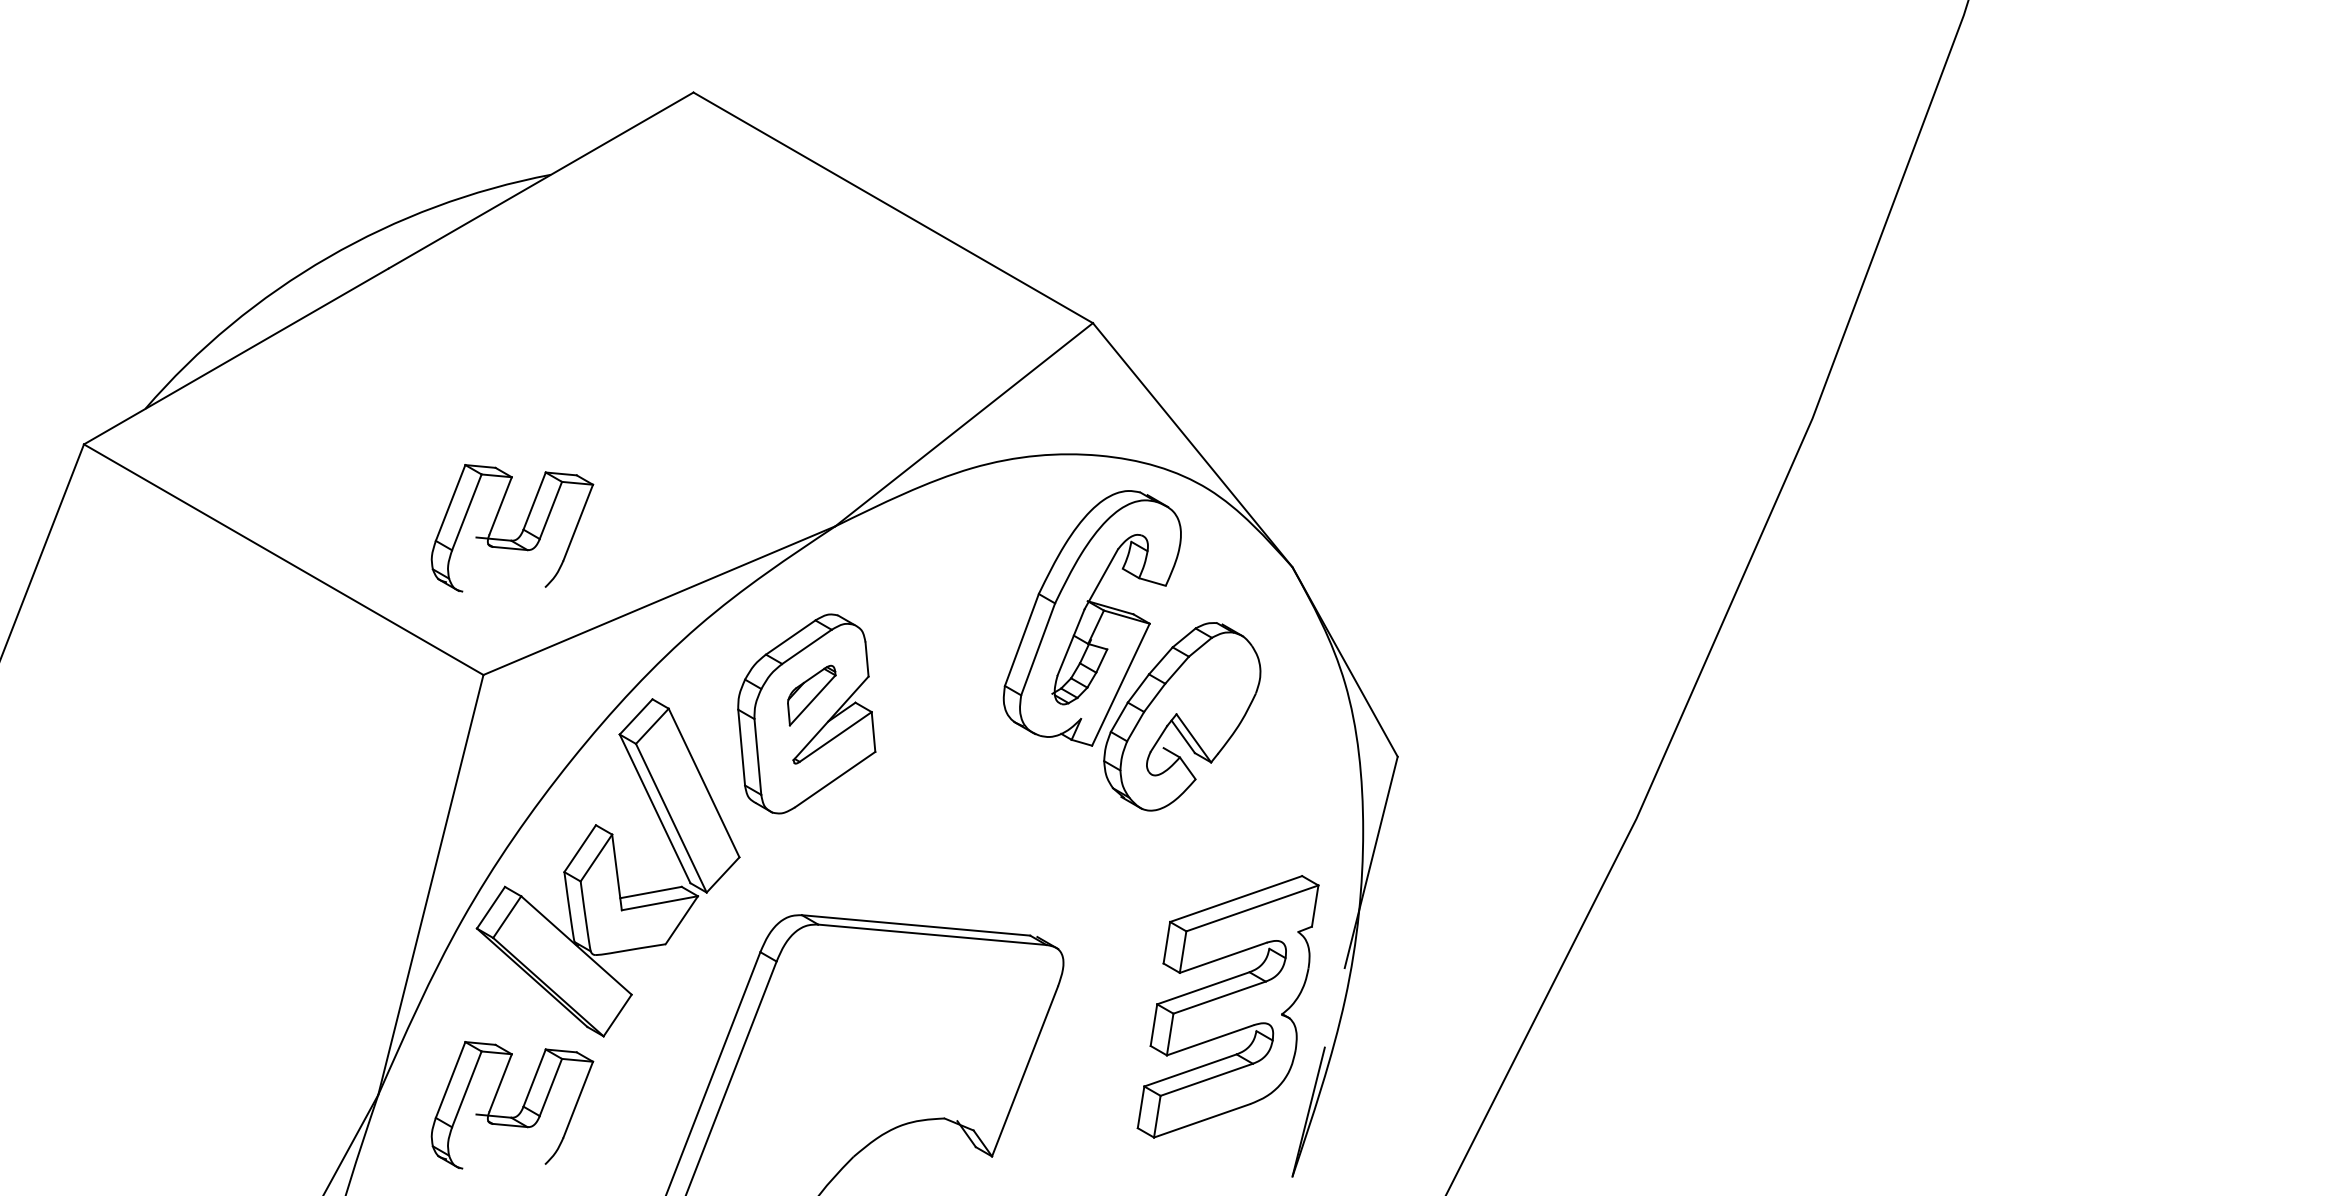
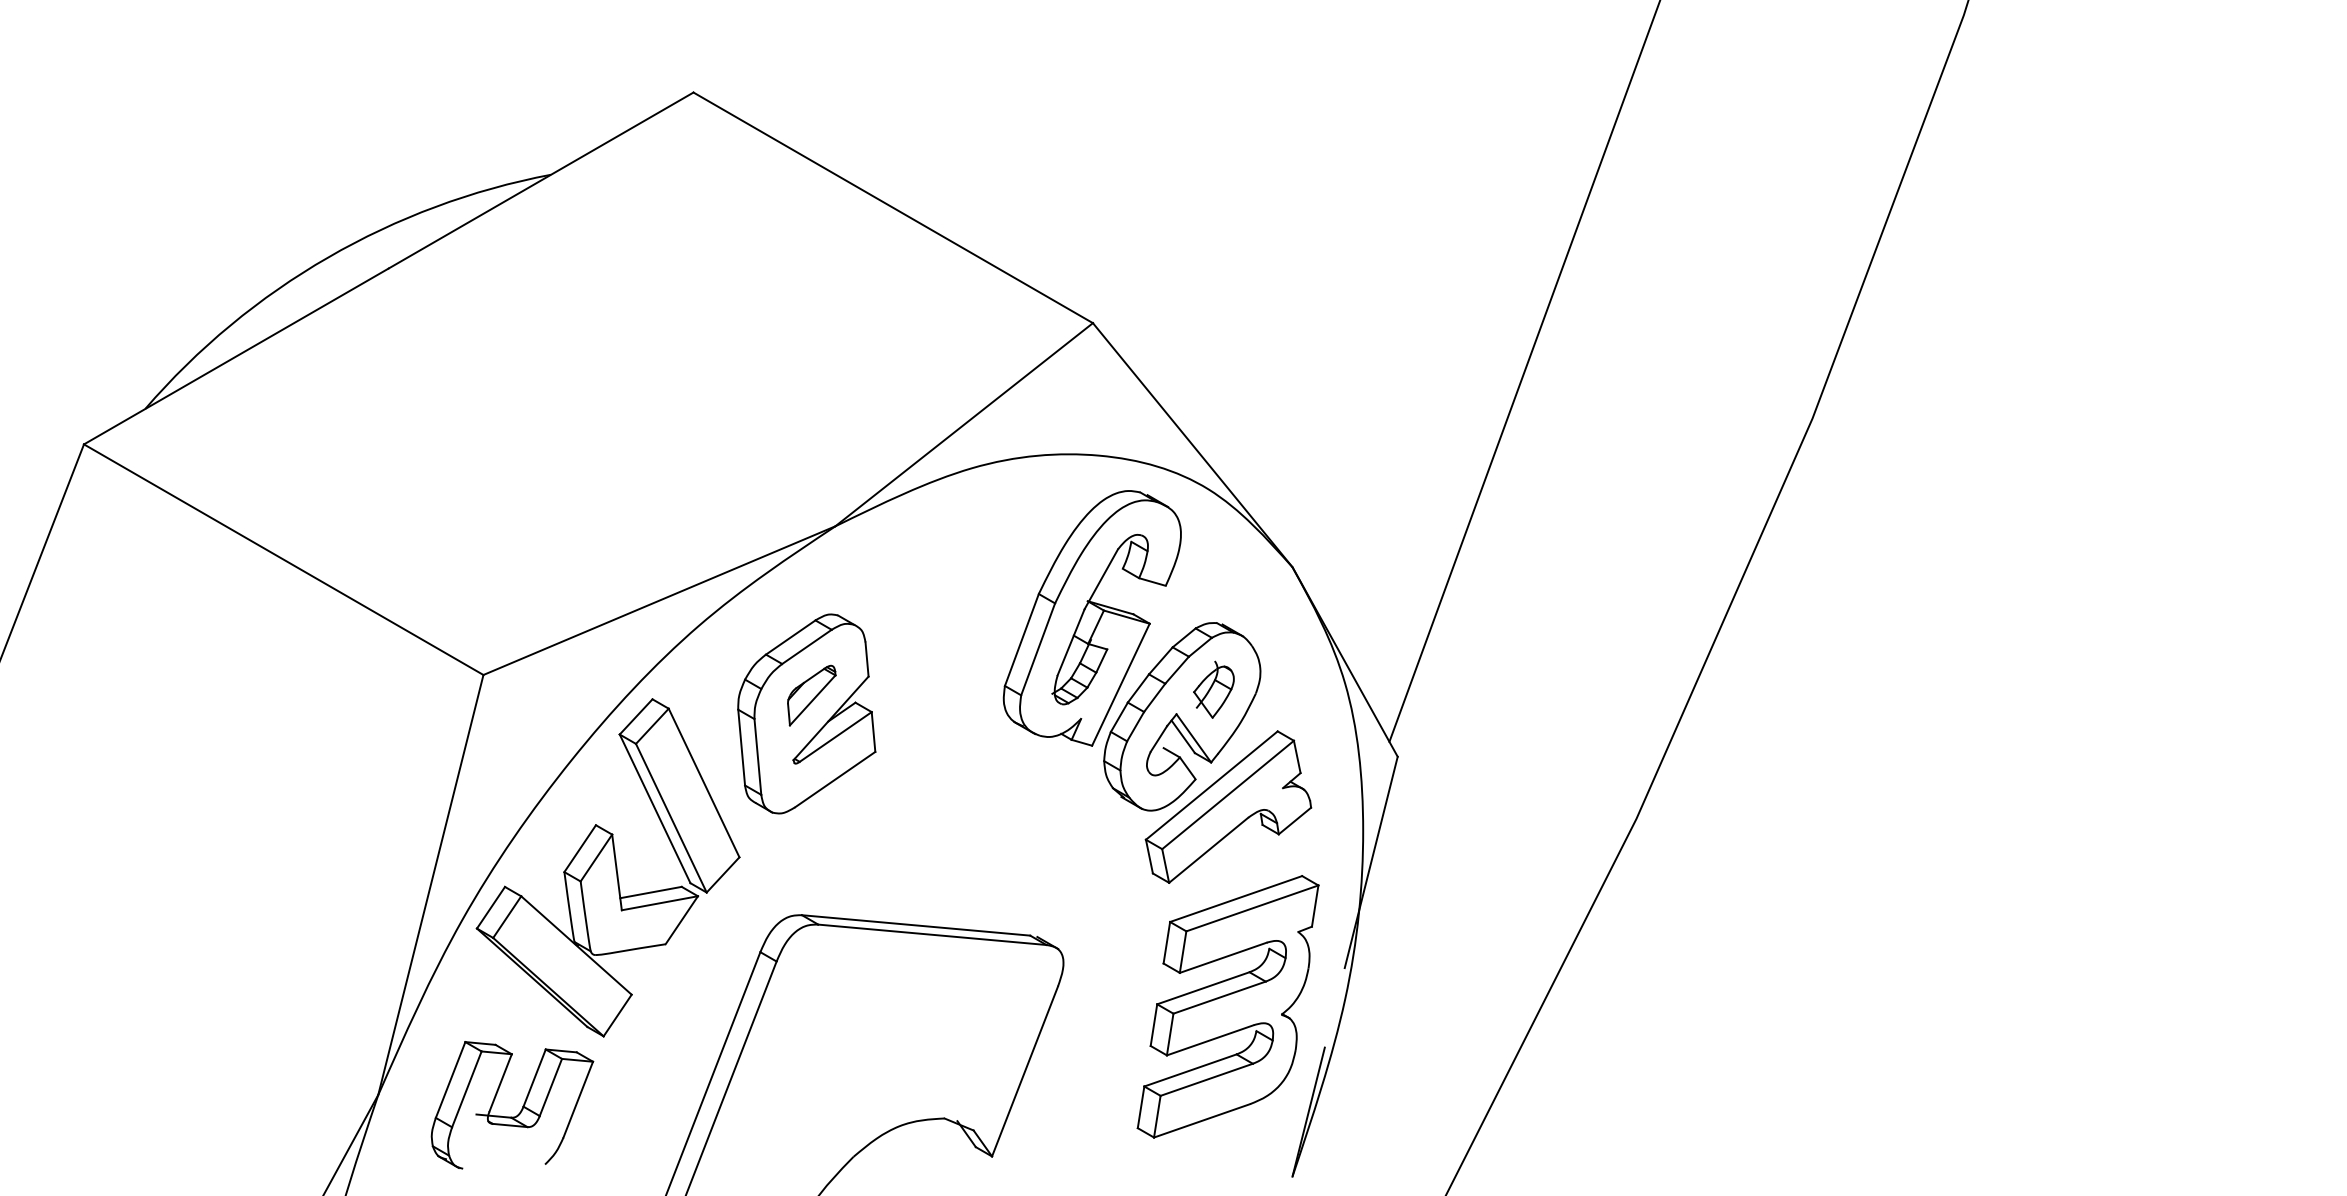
line at (1524, 371): none -> present
part at (520, 533): present -> none
part at (1213, 689): none -> present
part at (1228, 806): none -> present
